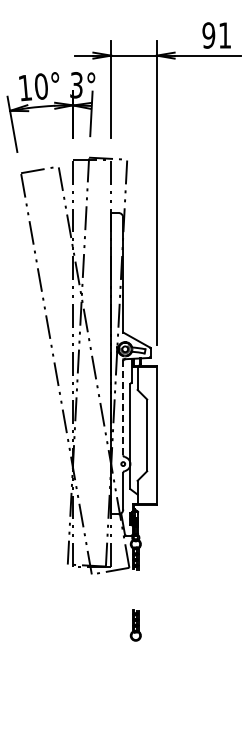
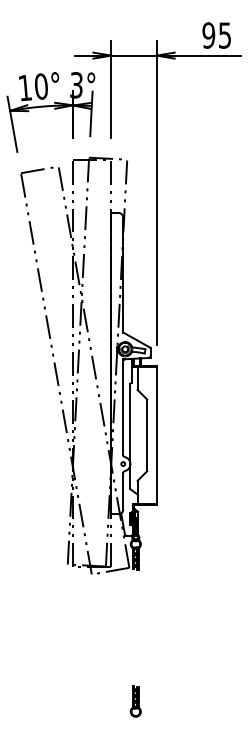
text at (224, 35): 91 -> 95
line at (123, 407): dashed -> solid
part at (135, 625) position: (135, 625) -> (135, 701)
